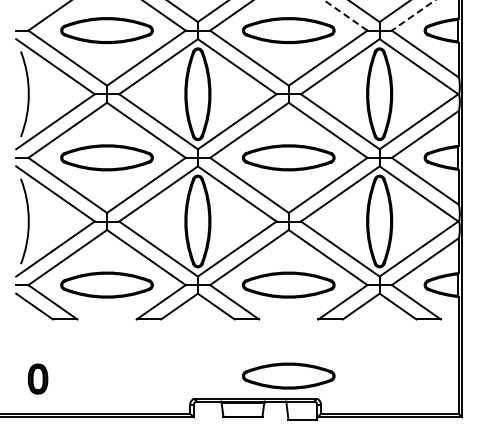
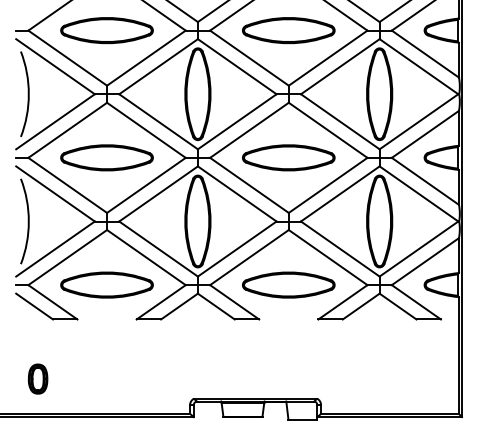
line at (345, 15): dashed -> solid
line at (413, 15): dashed -> solid
part at (288, 375): present -> none
